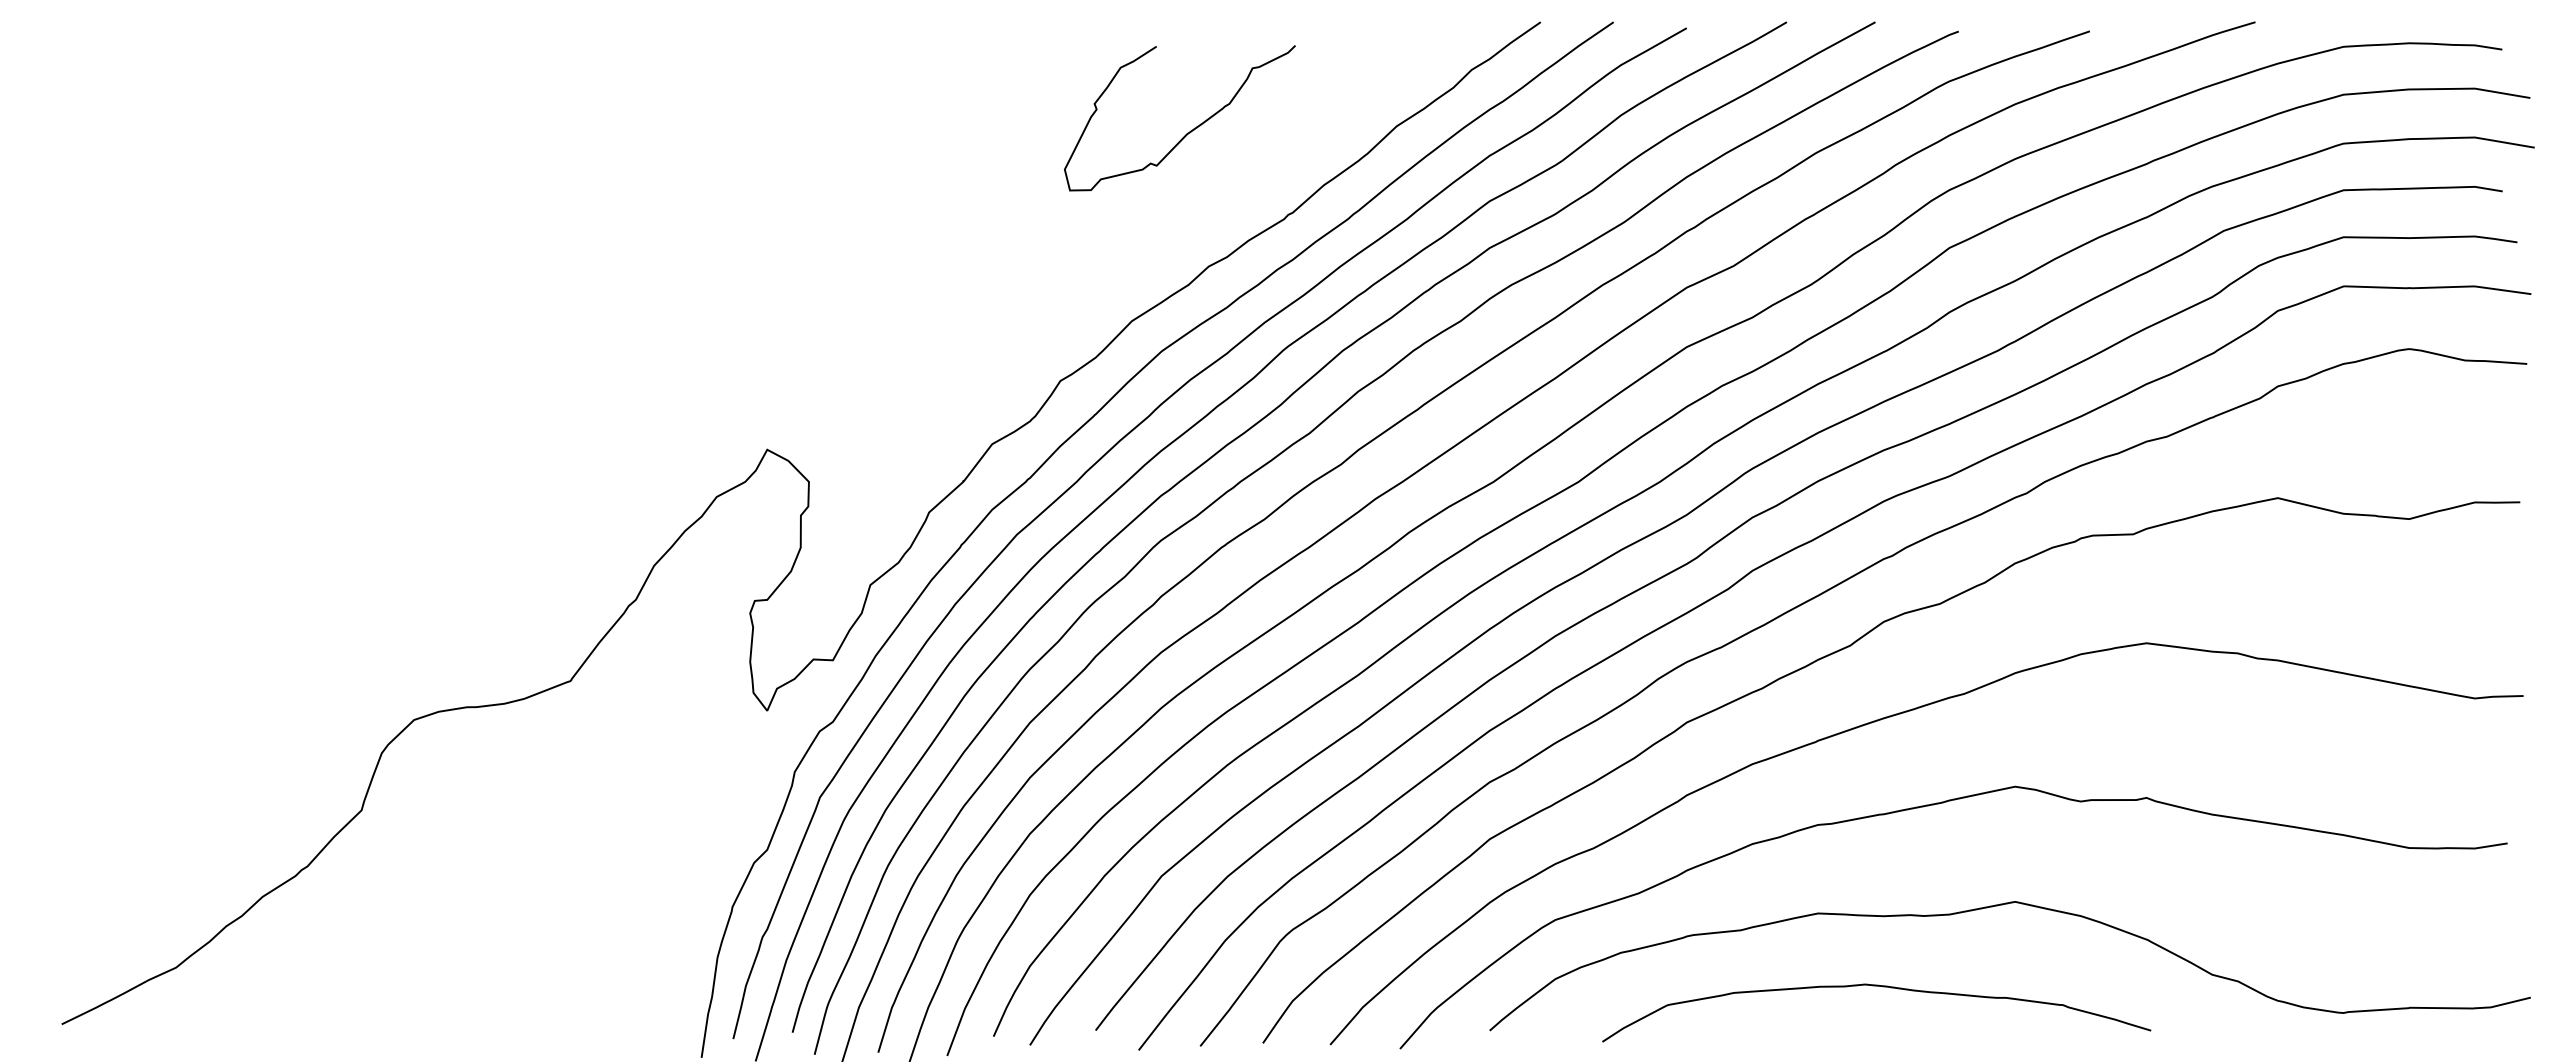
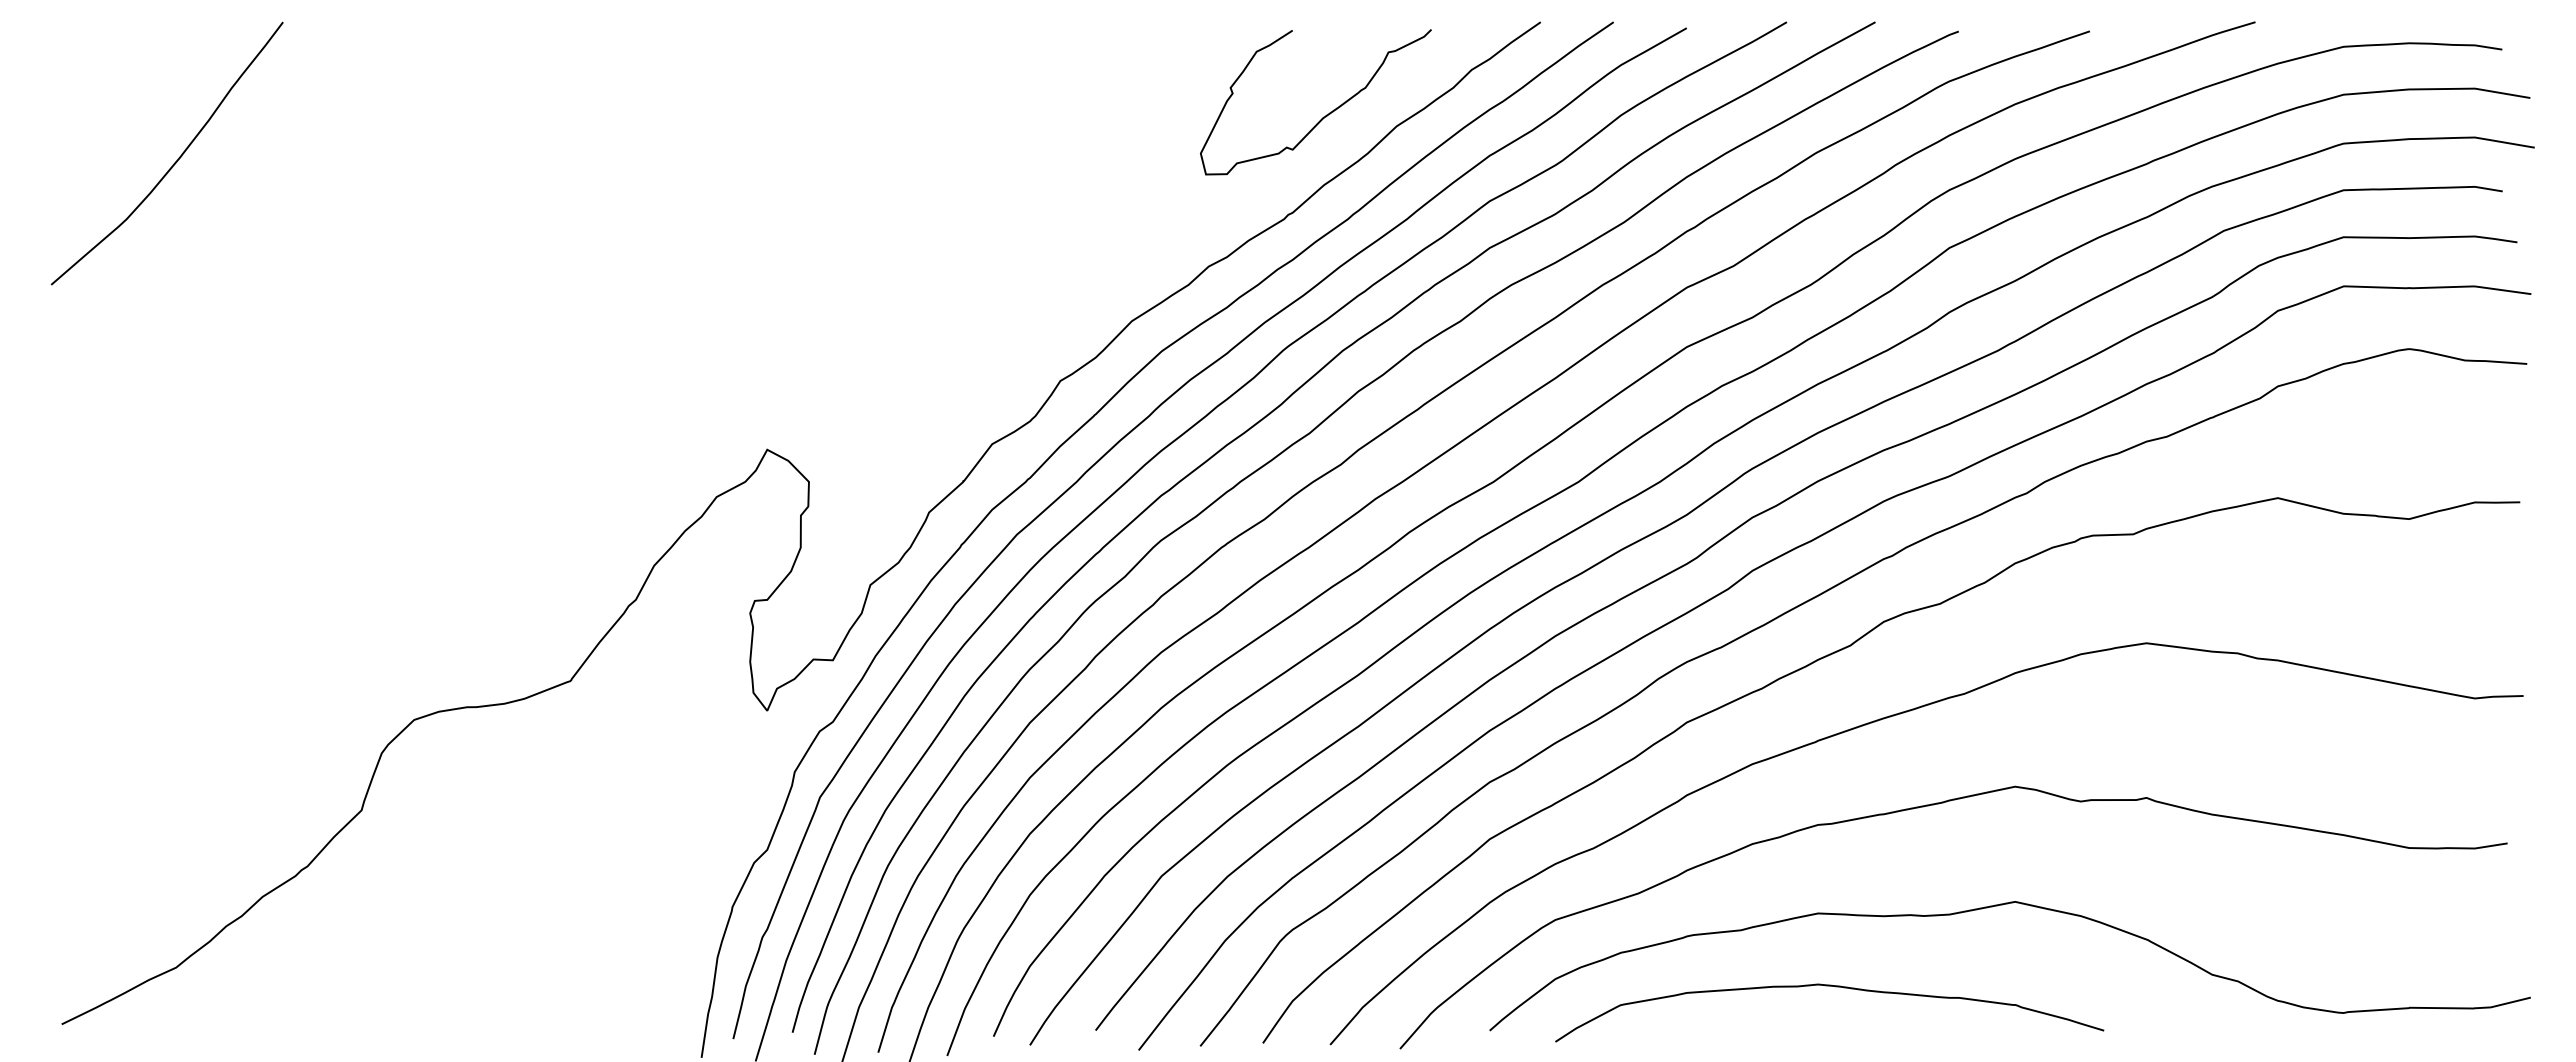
curve at (1187, 132) position: (1187, 132) -> (1323, 116)
curve at (175, 161): none -> present
curve at (1882, 987) position: (1882, 987) -> (1835, 987)
